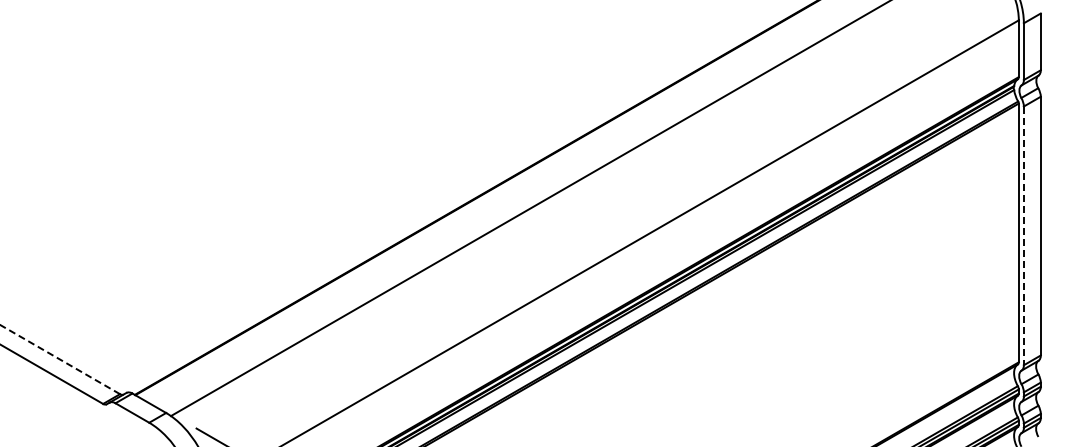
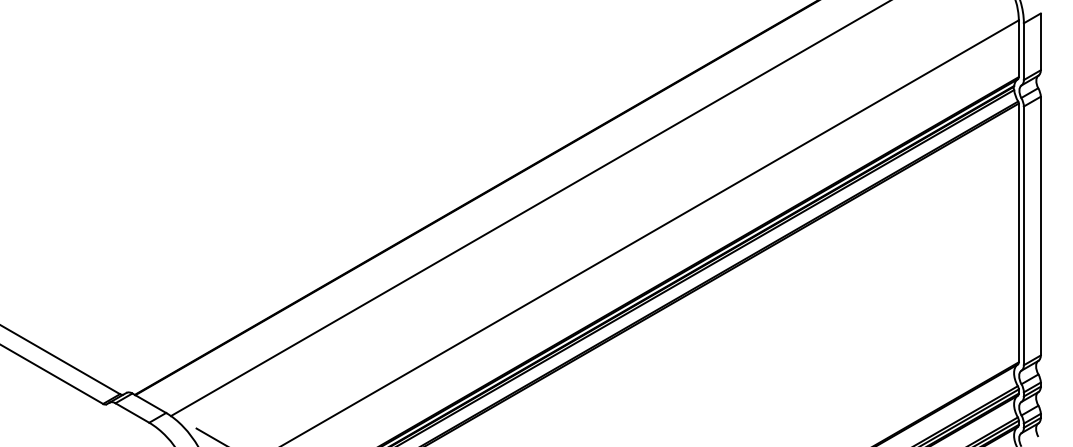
line at (1023, 236): dashed -> solid
line at (60, 359): dashed -> solid
